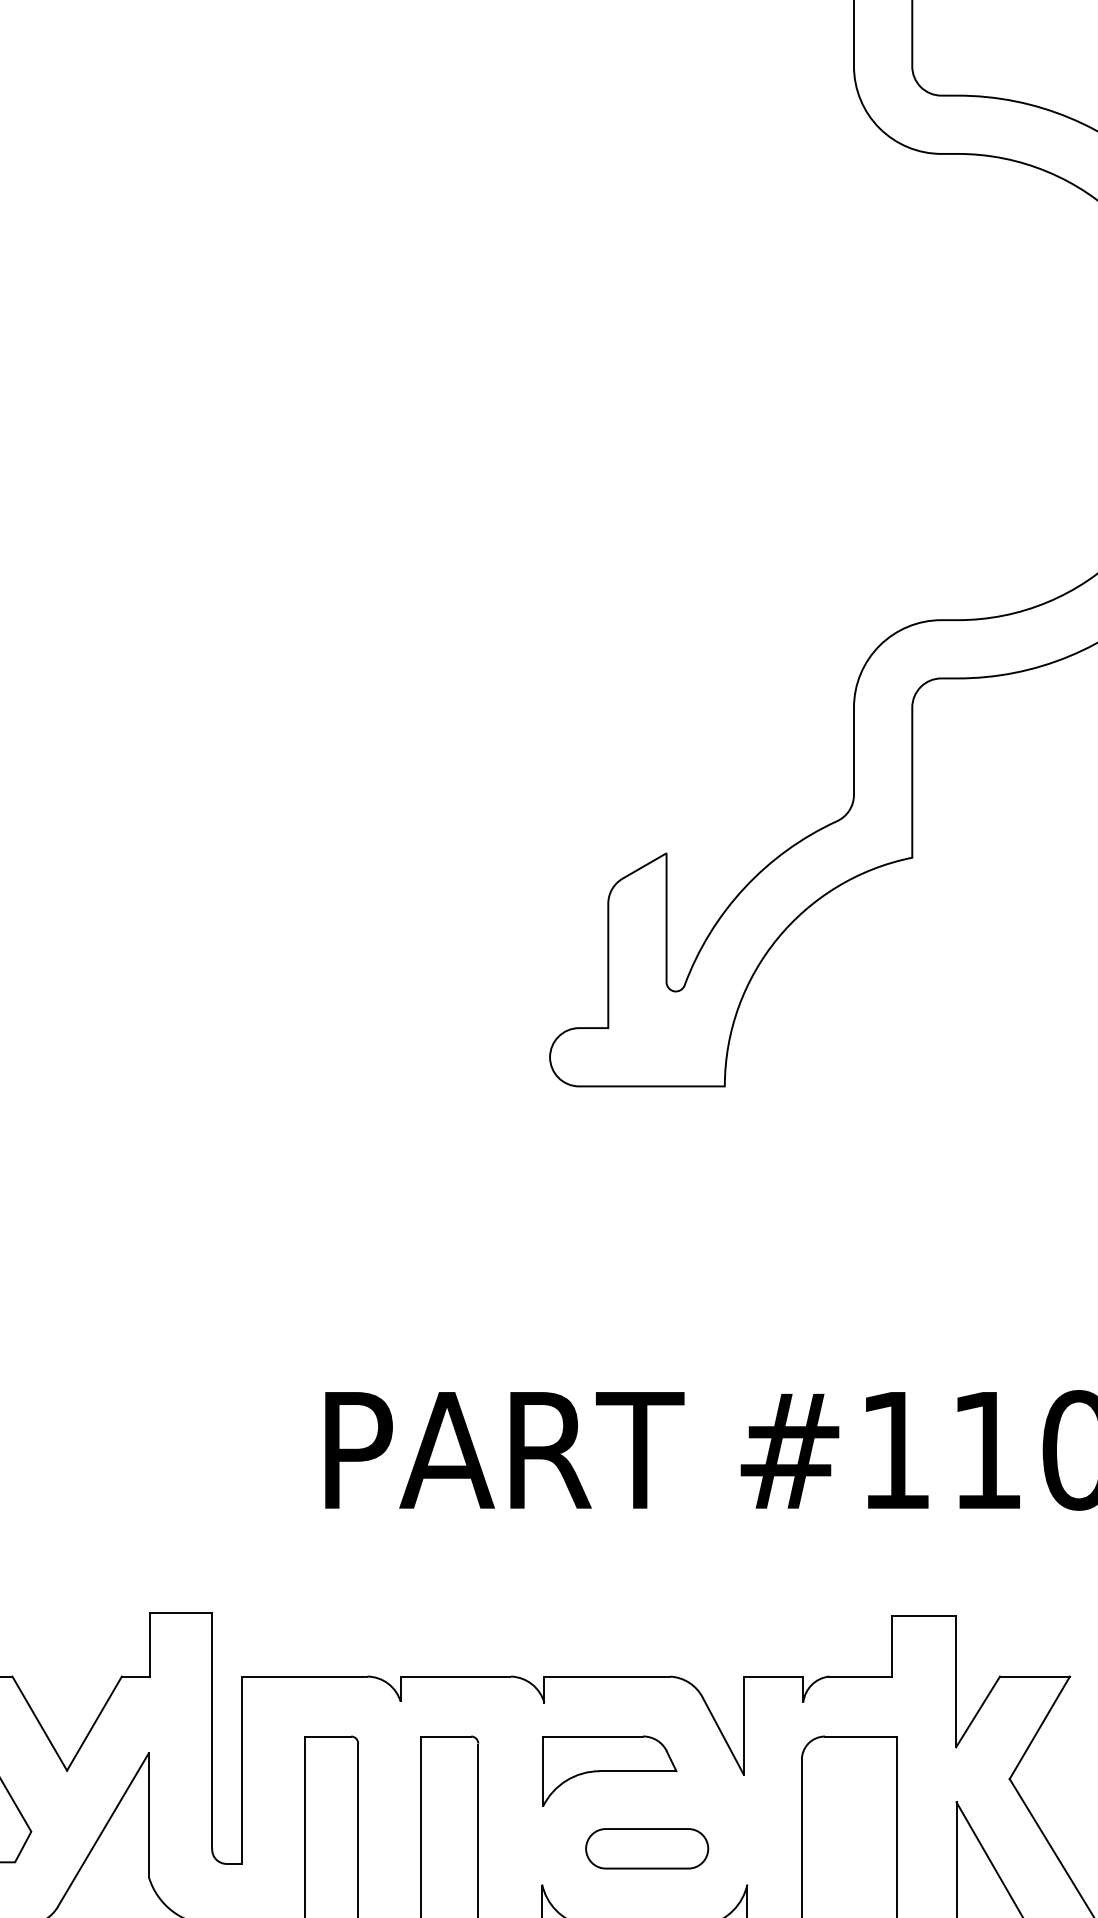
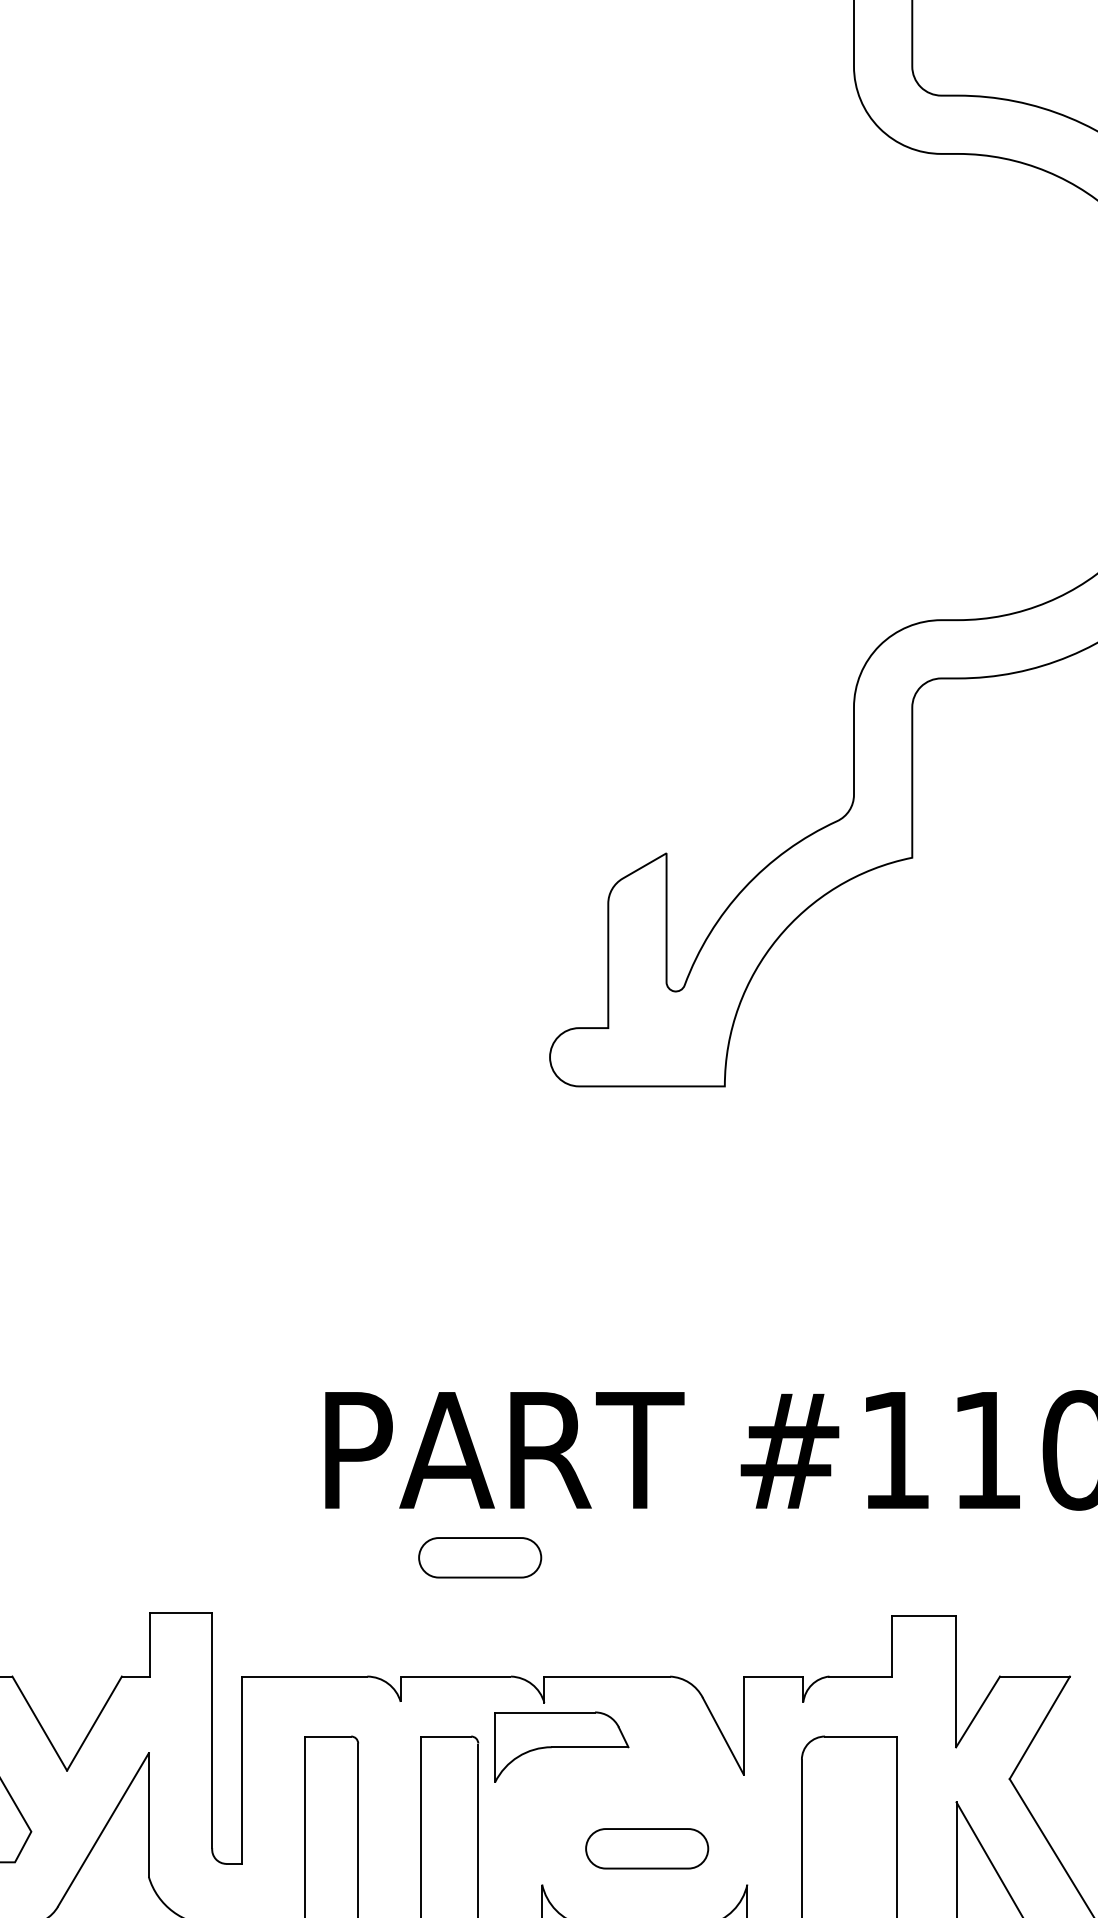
part at (480, 1557): none -> present
part at (609, 1770) position: (609, 1770) -> (561, 1746)
